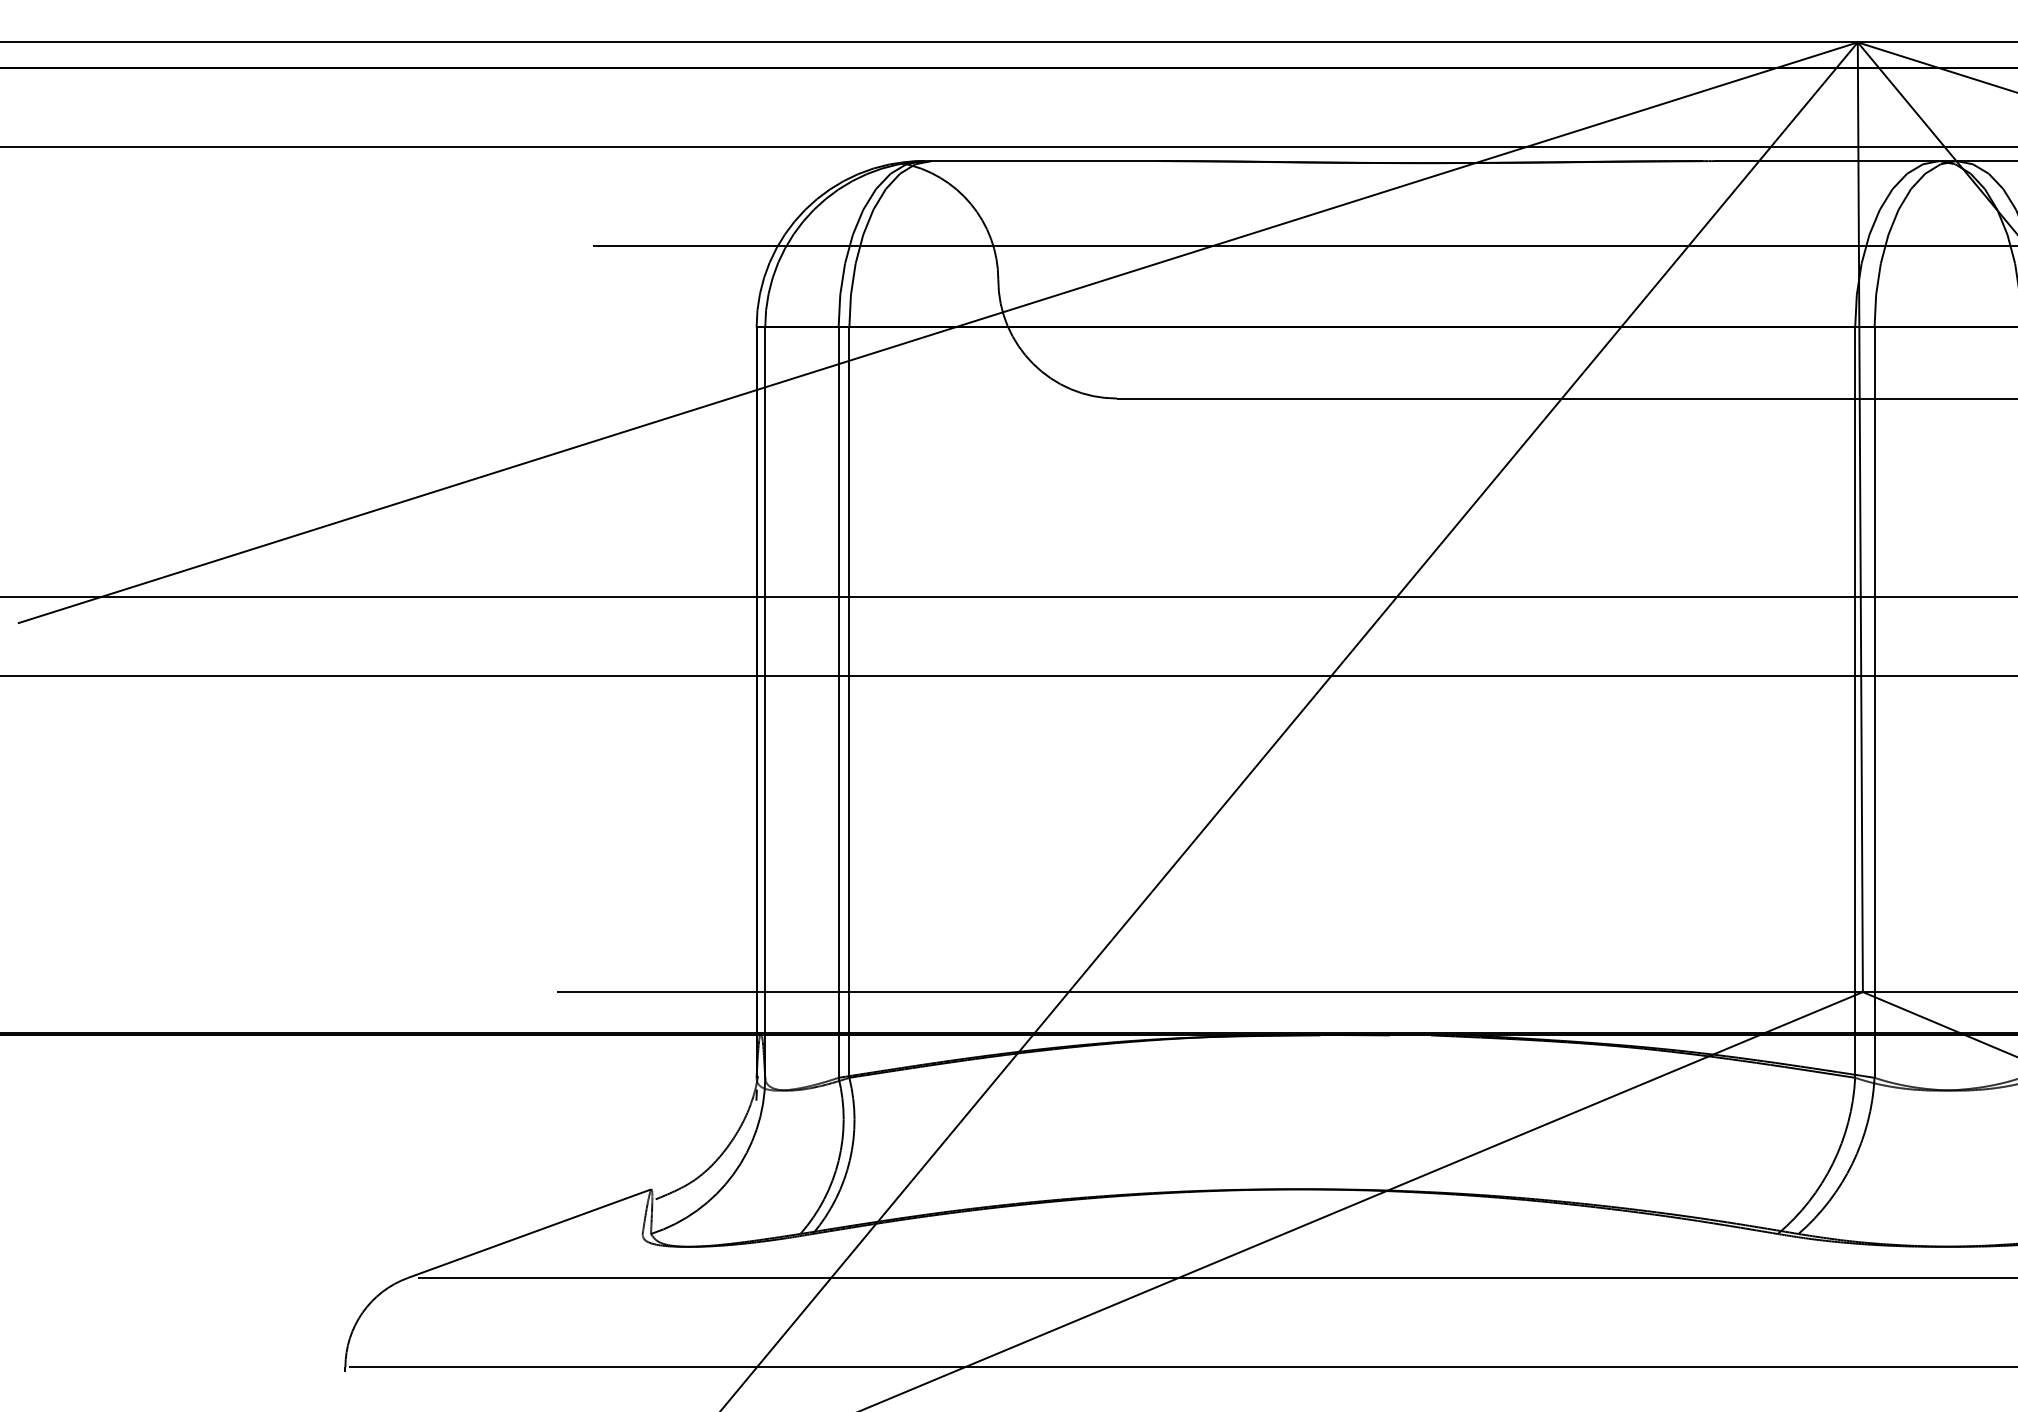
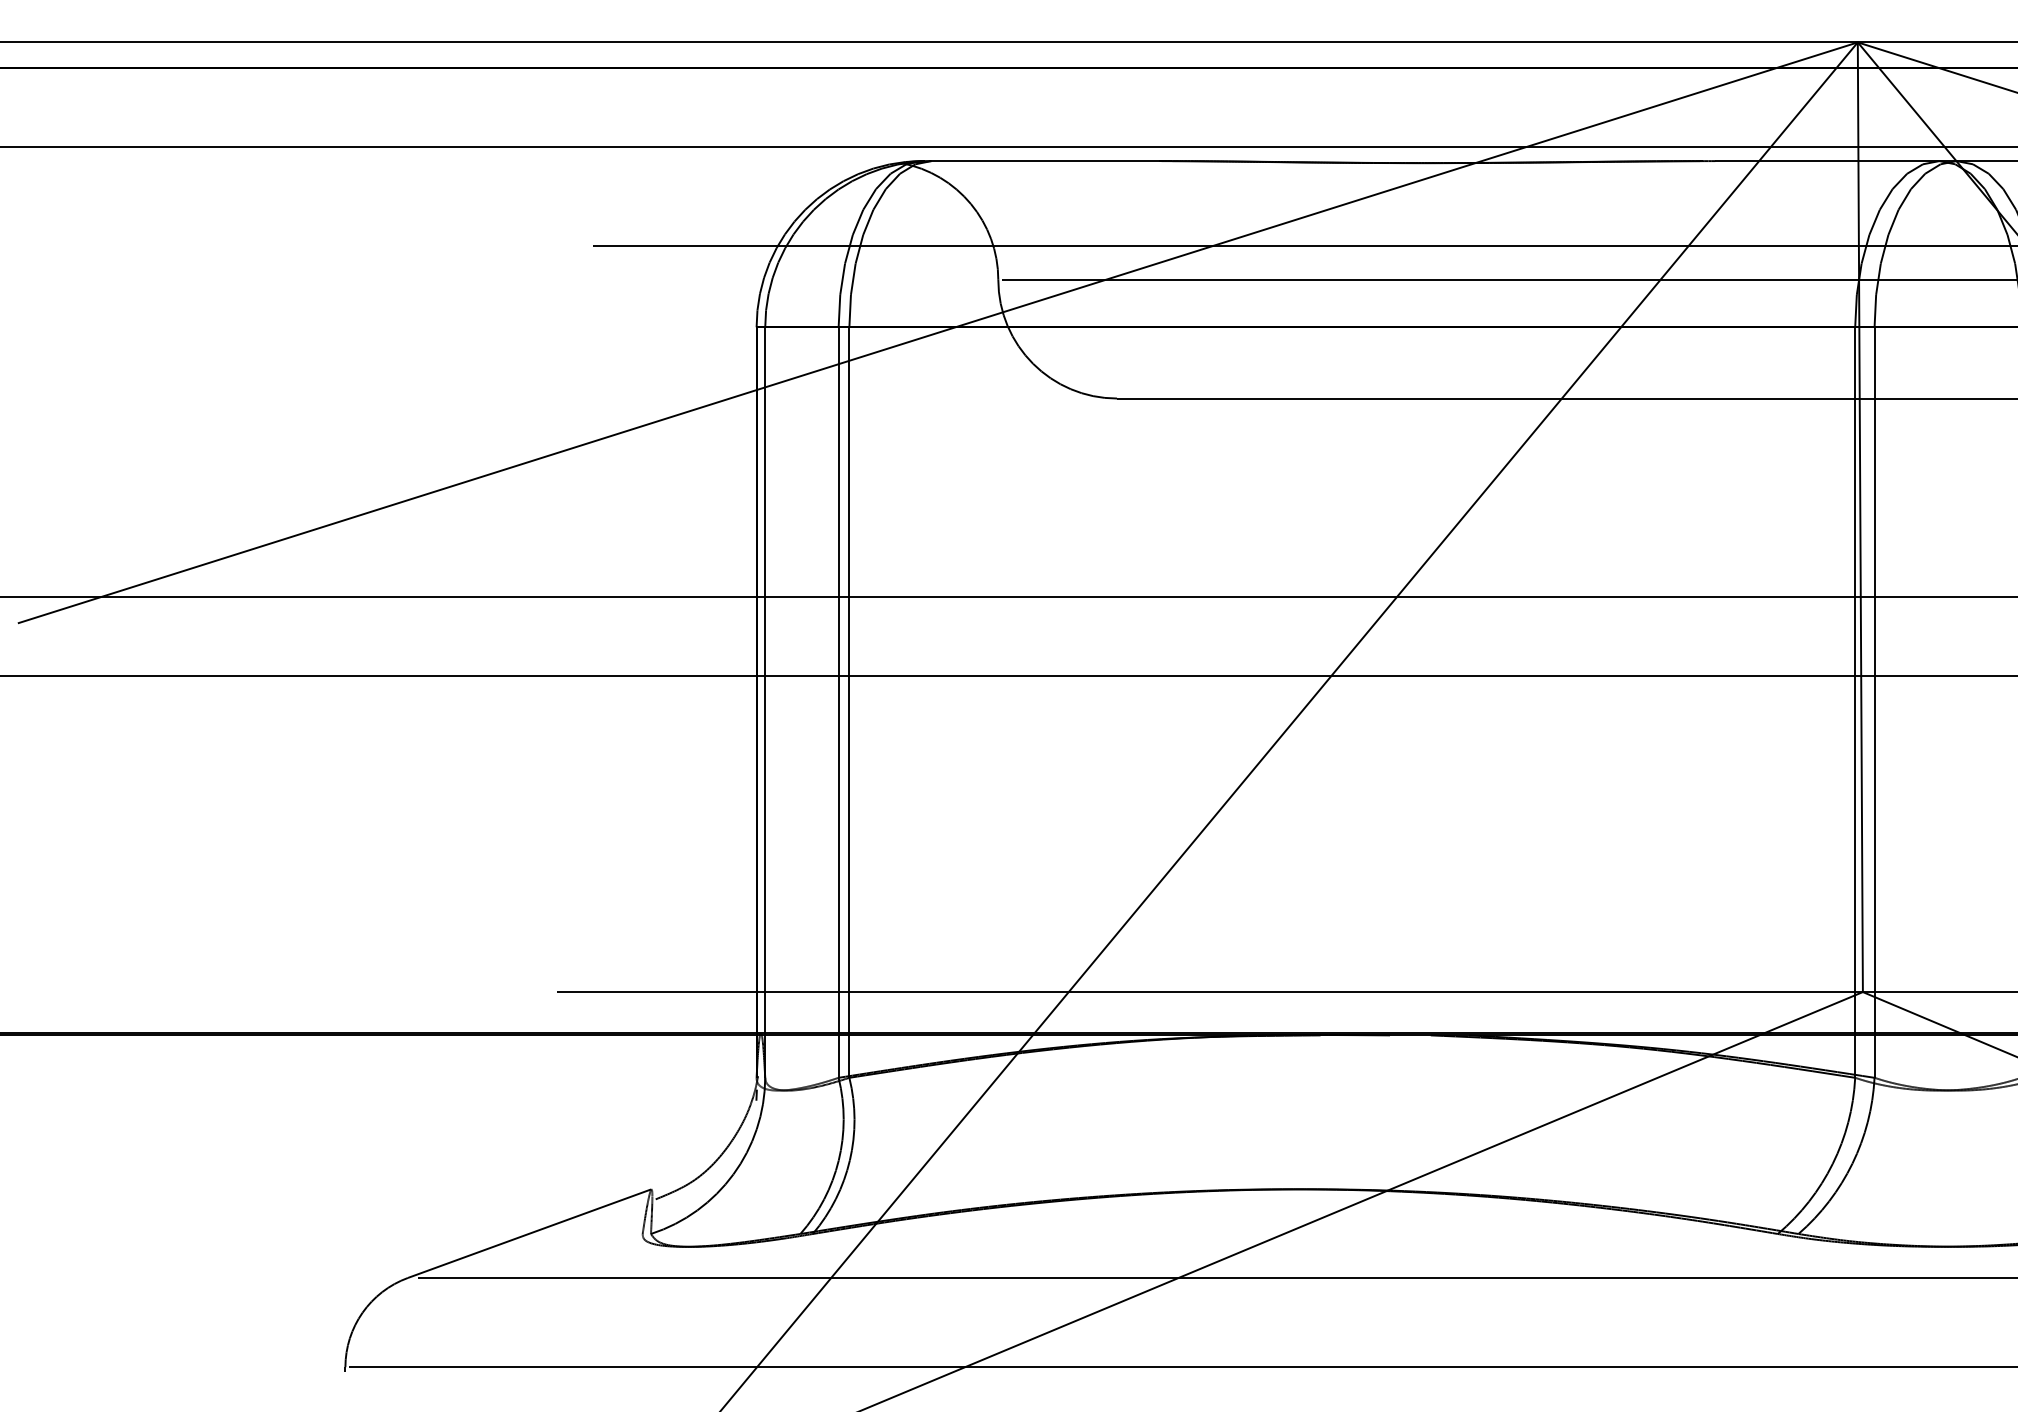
line at (1507, 279): none -> present
